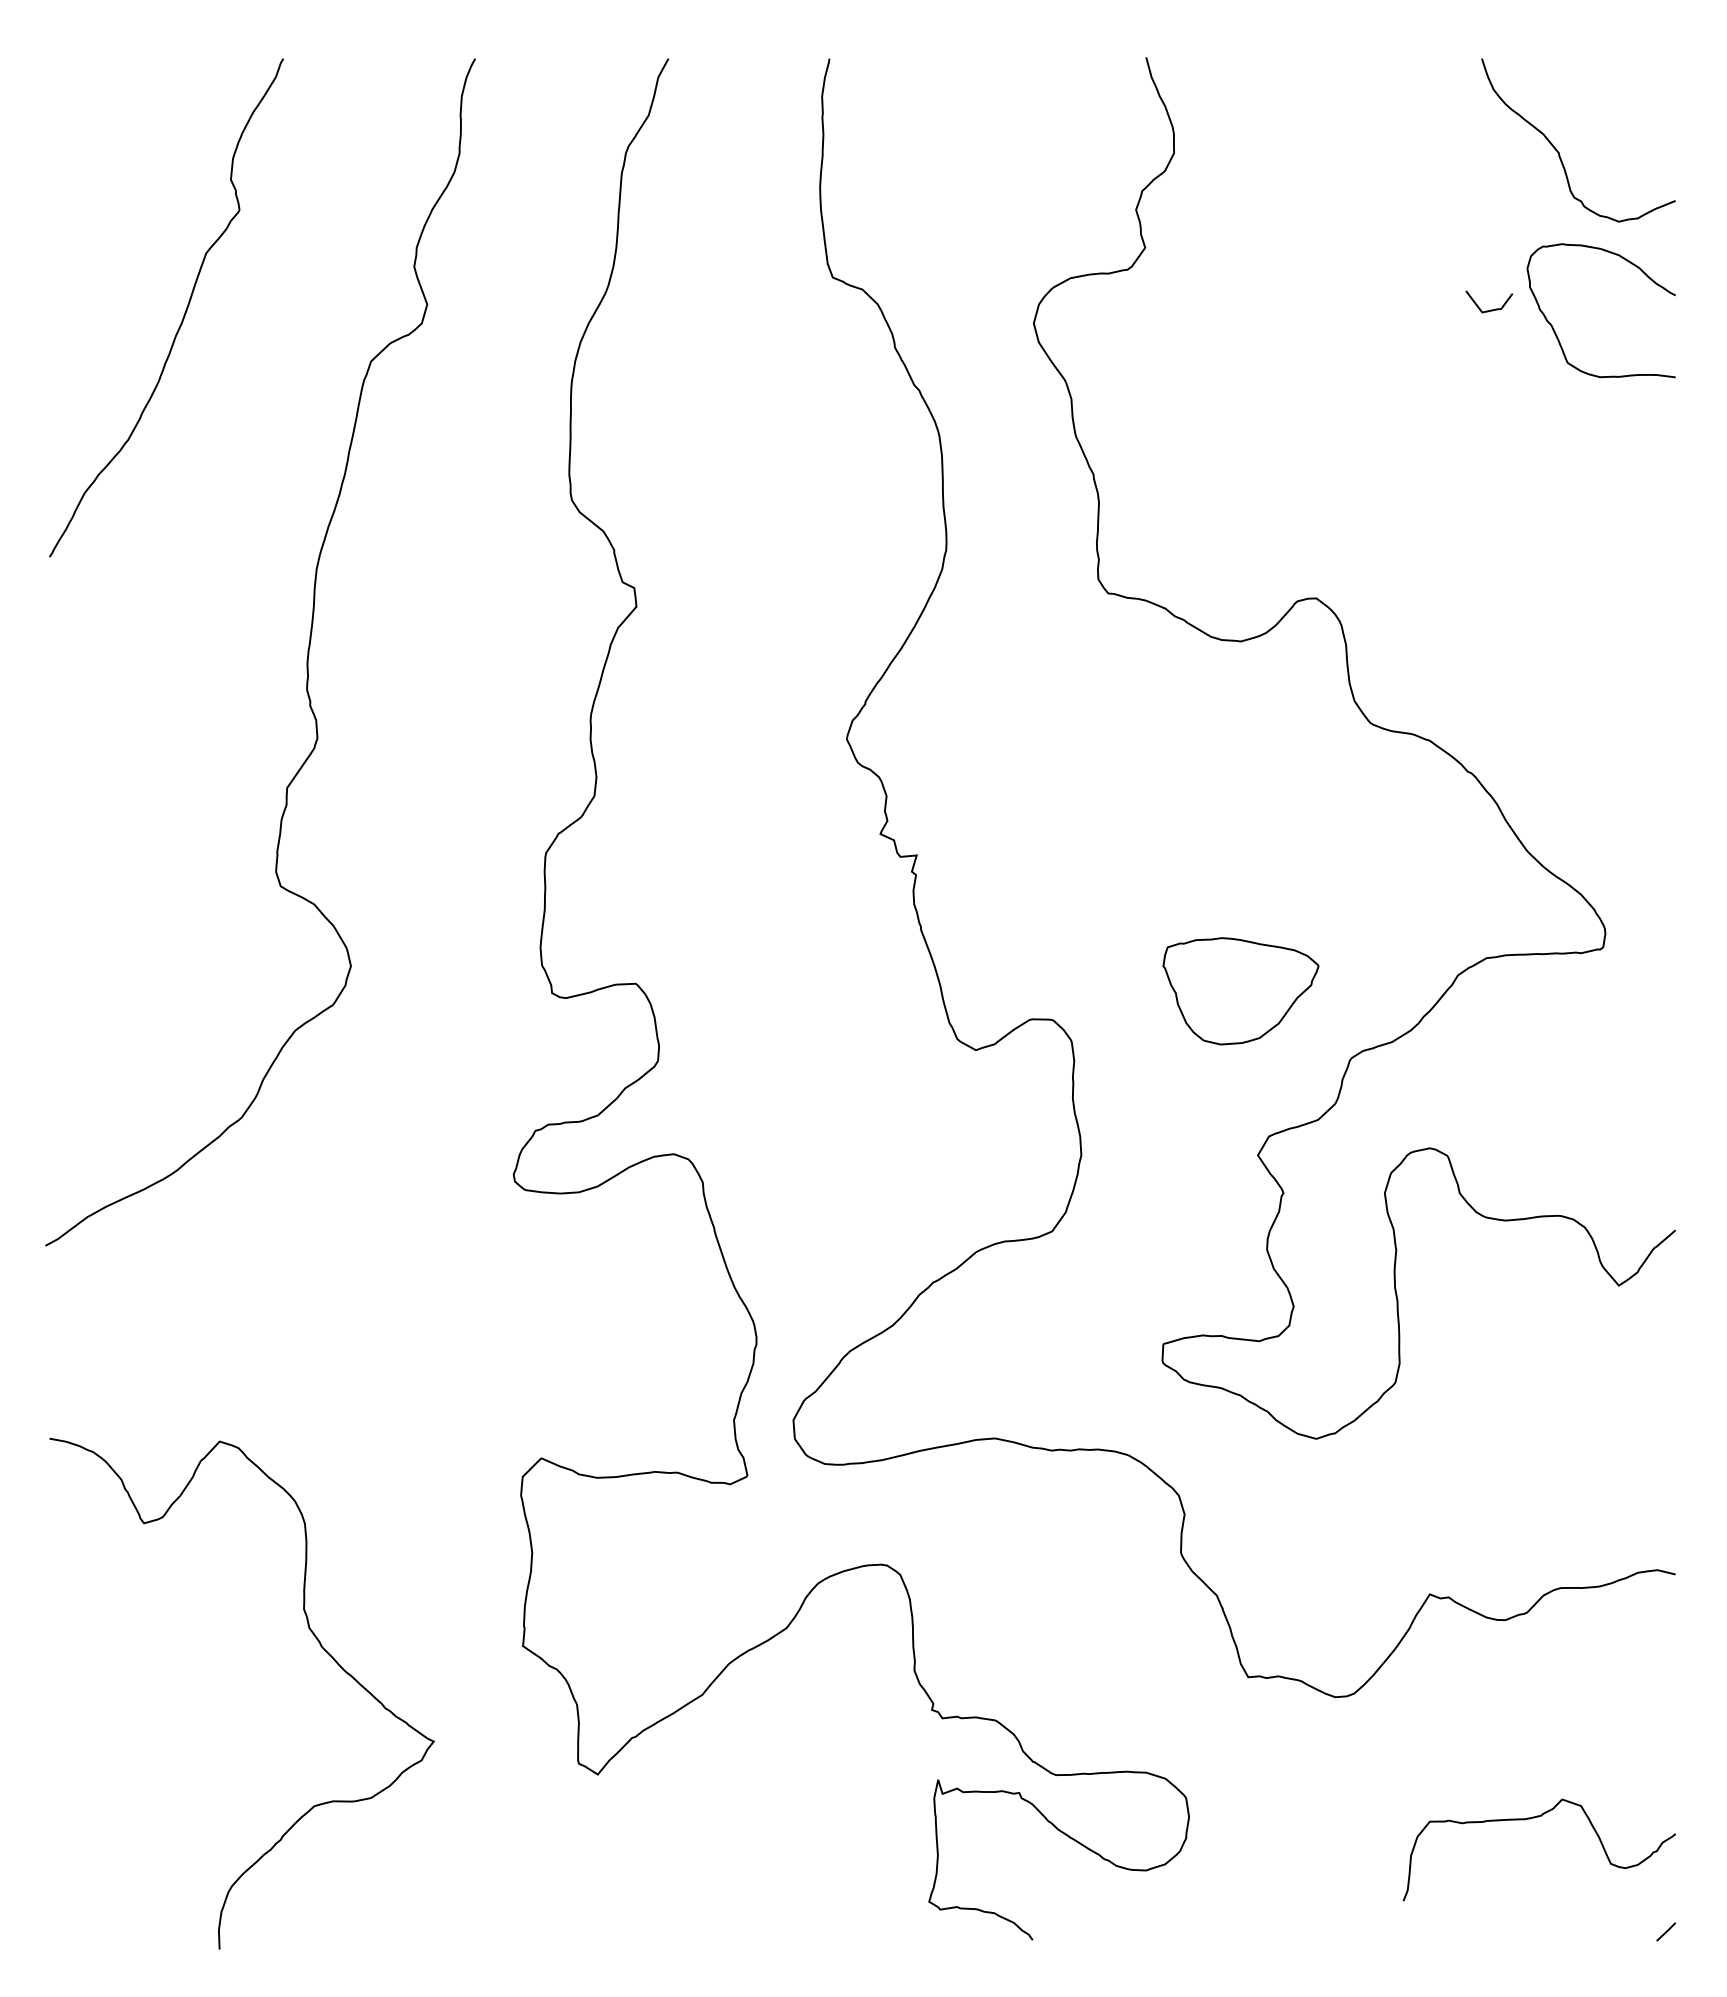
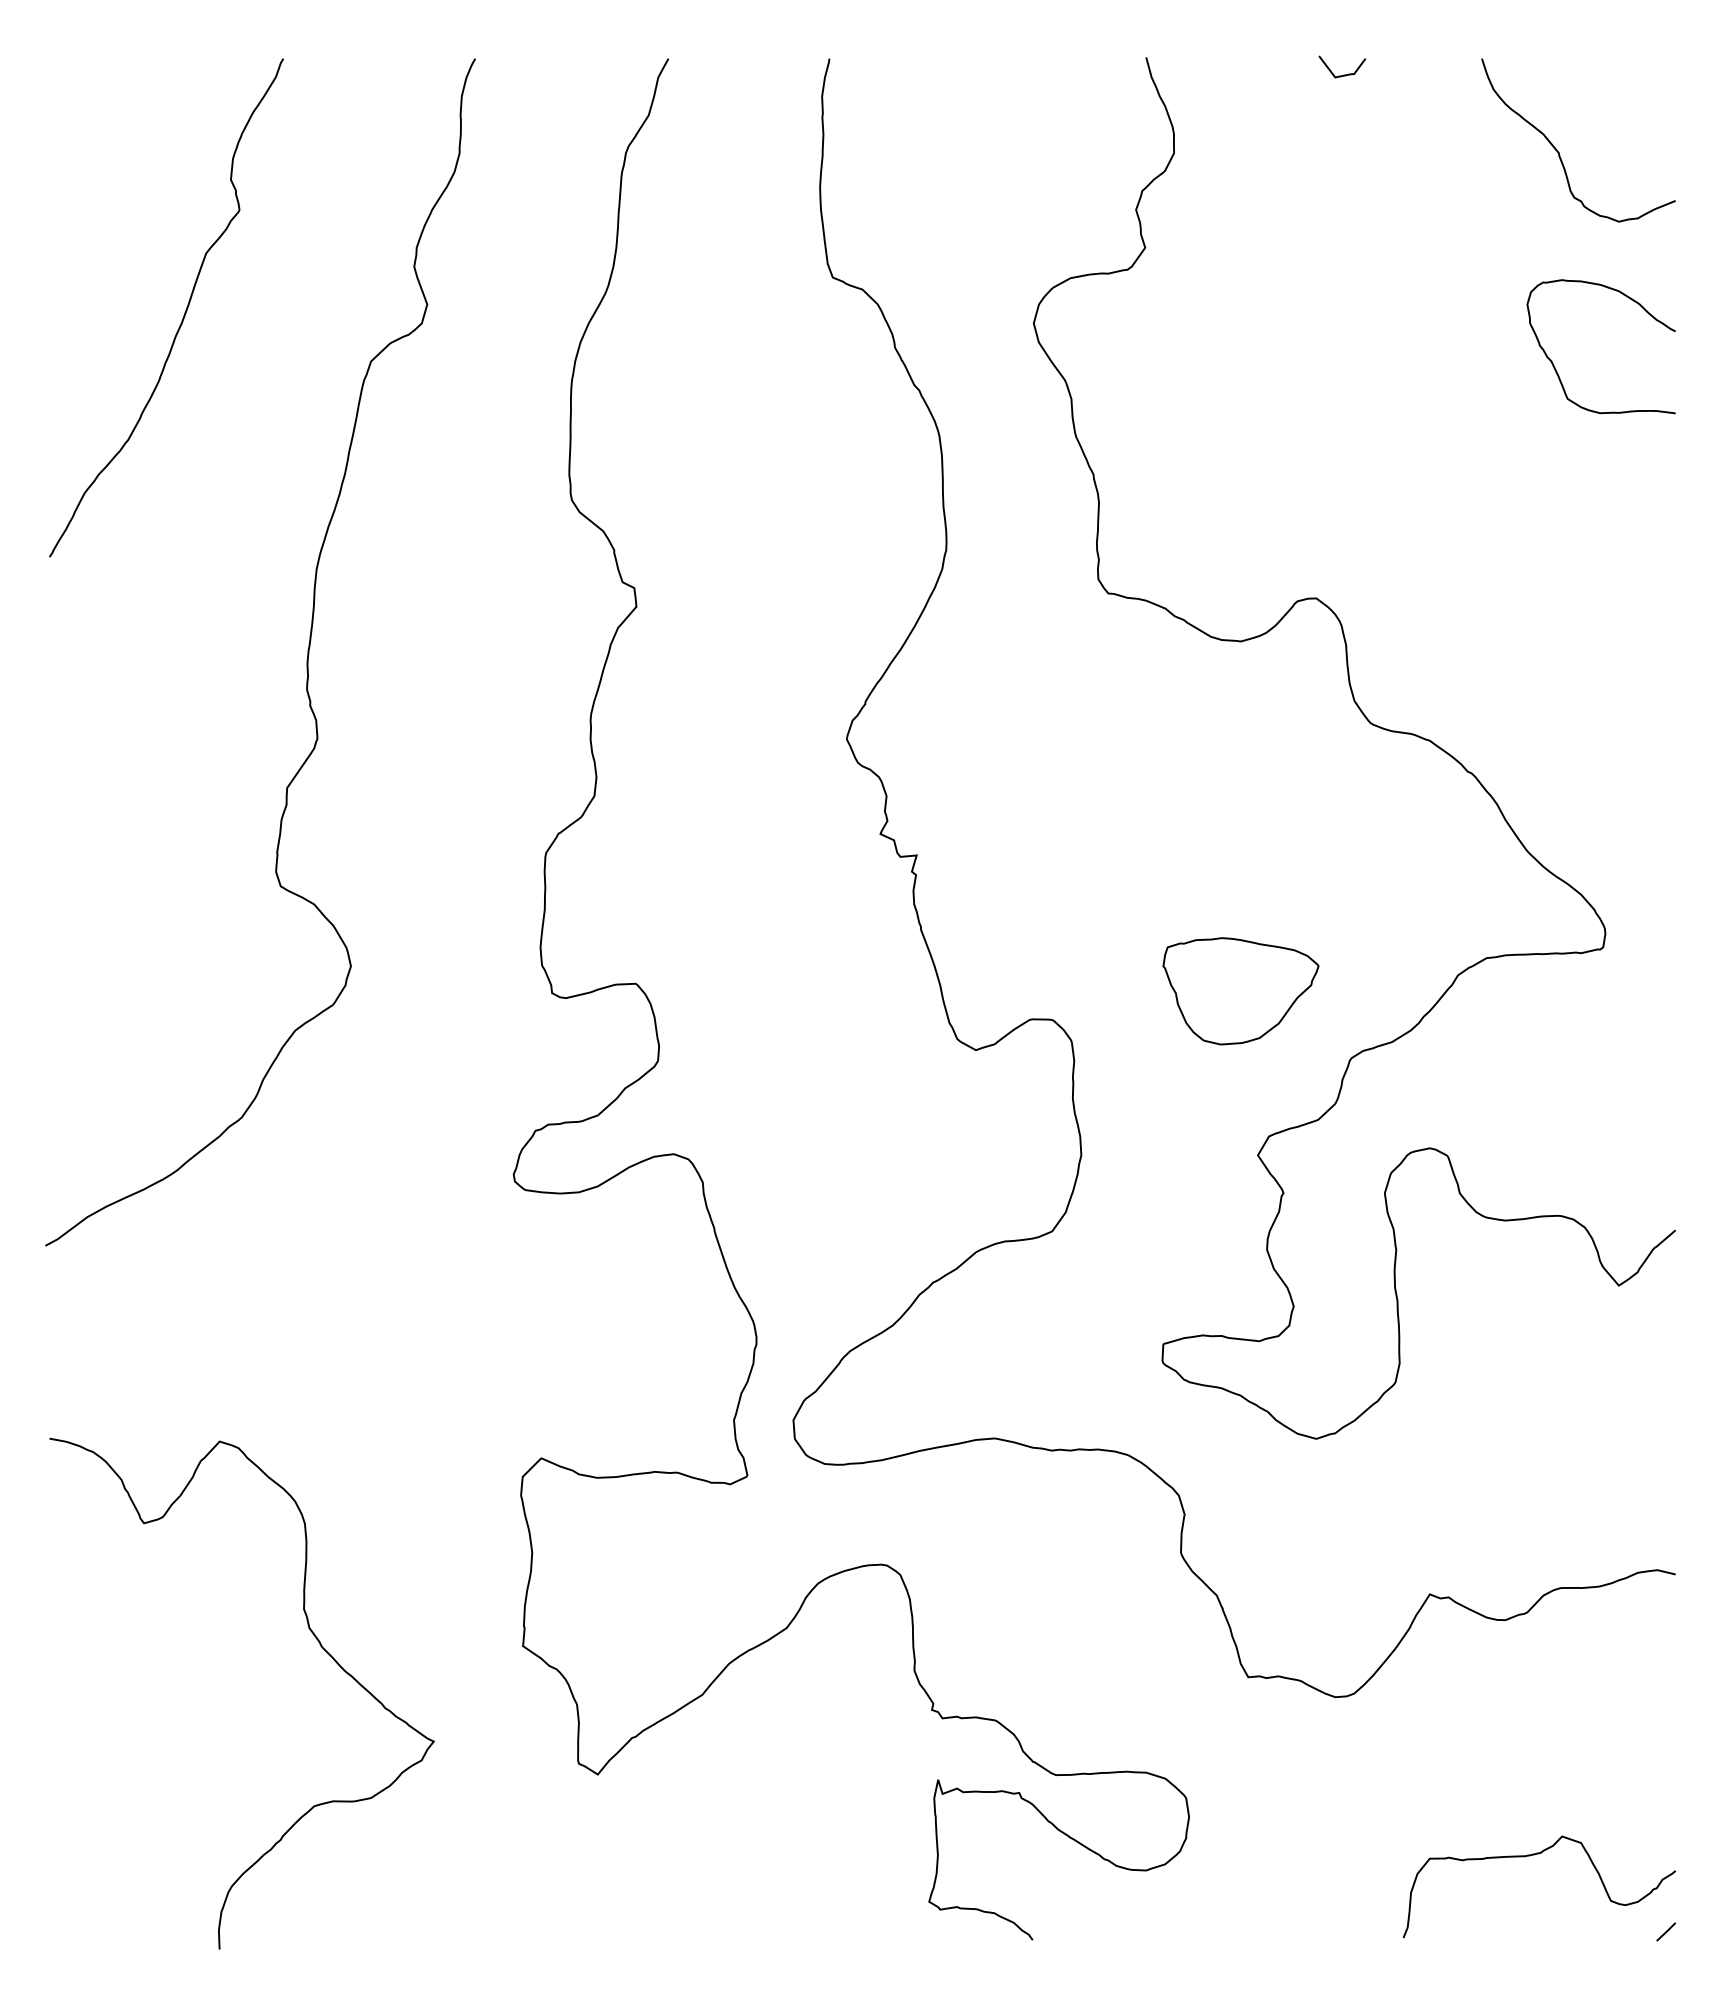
curve at (1490, 309) position: (1490, 309) -> (1343, 74)
curve at (1556, 333) position: (1556, 333) -> (1556, 369)
curve at (1530, 1819) position: (1530, 1819) -> (1530, 1856)
